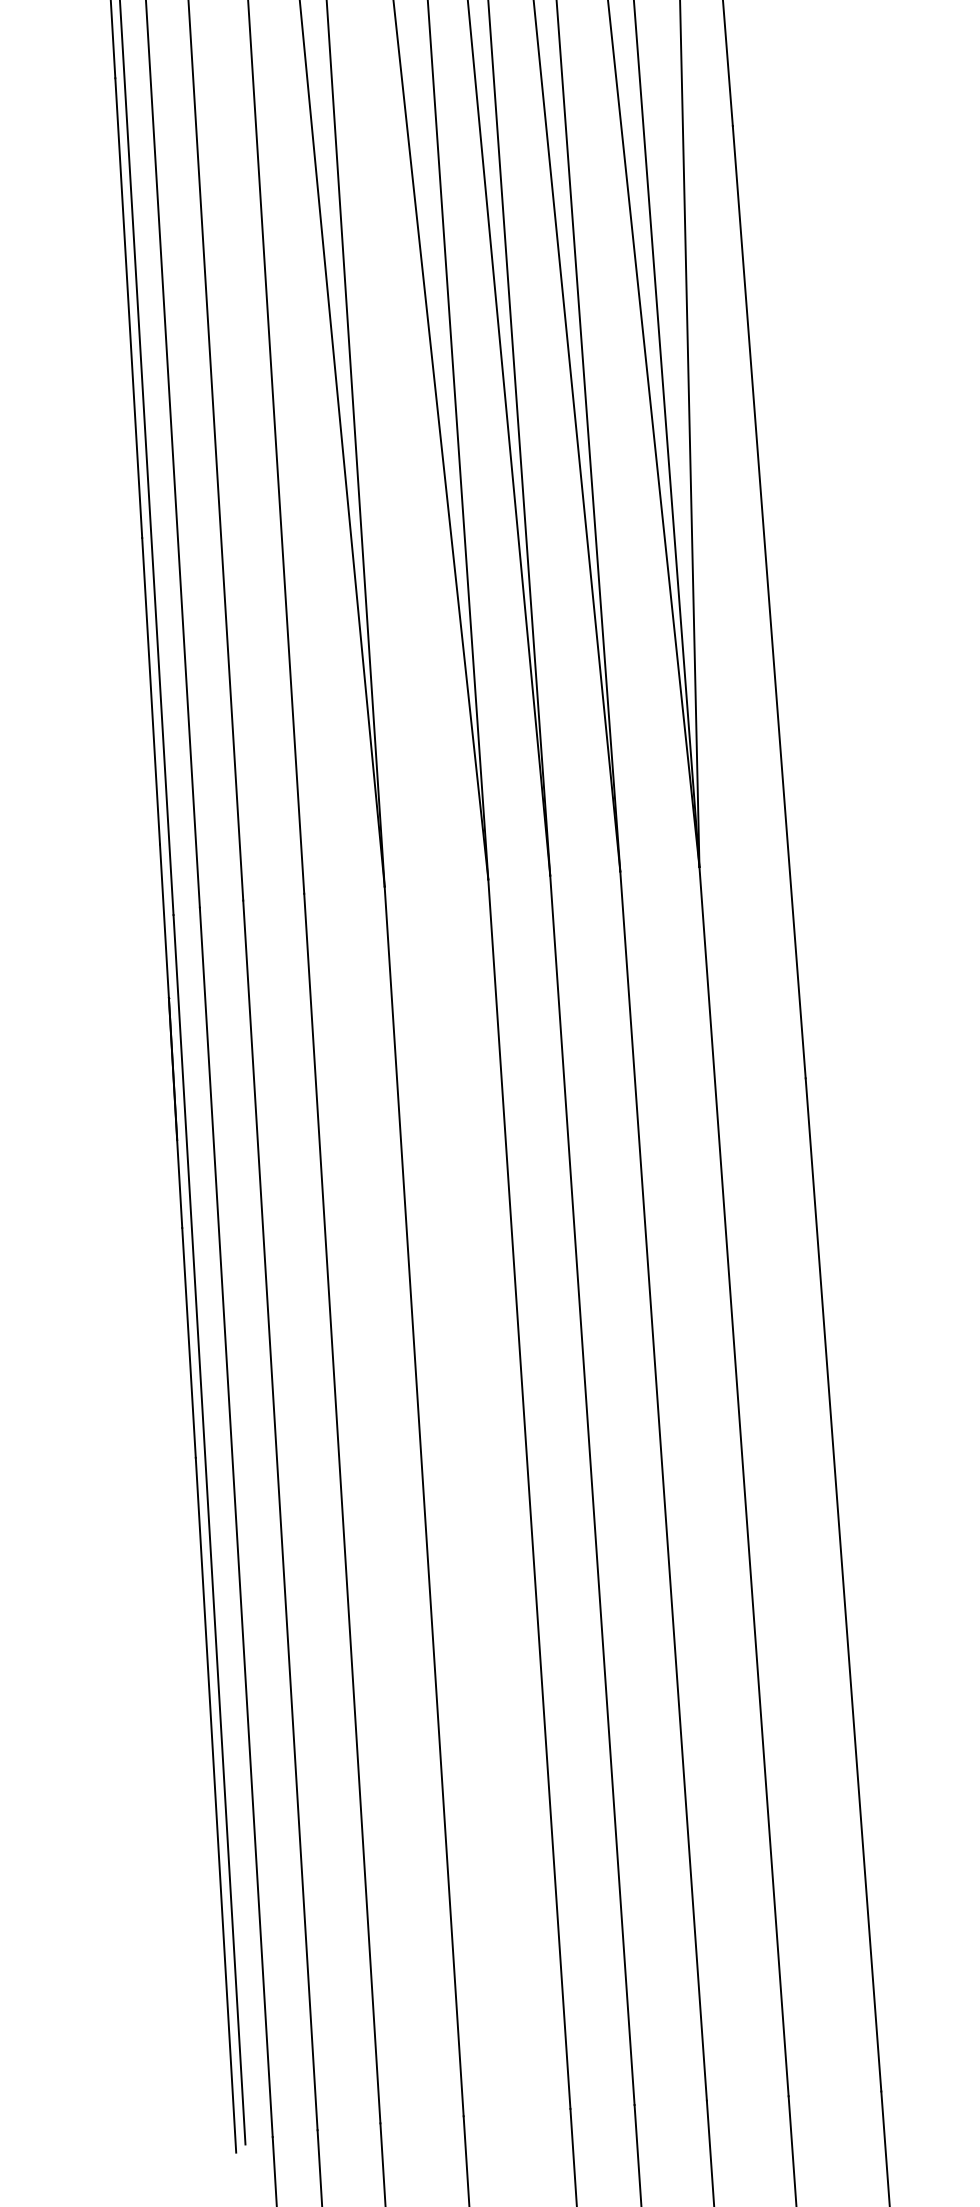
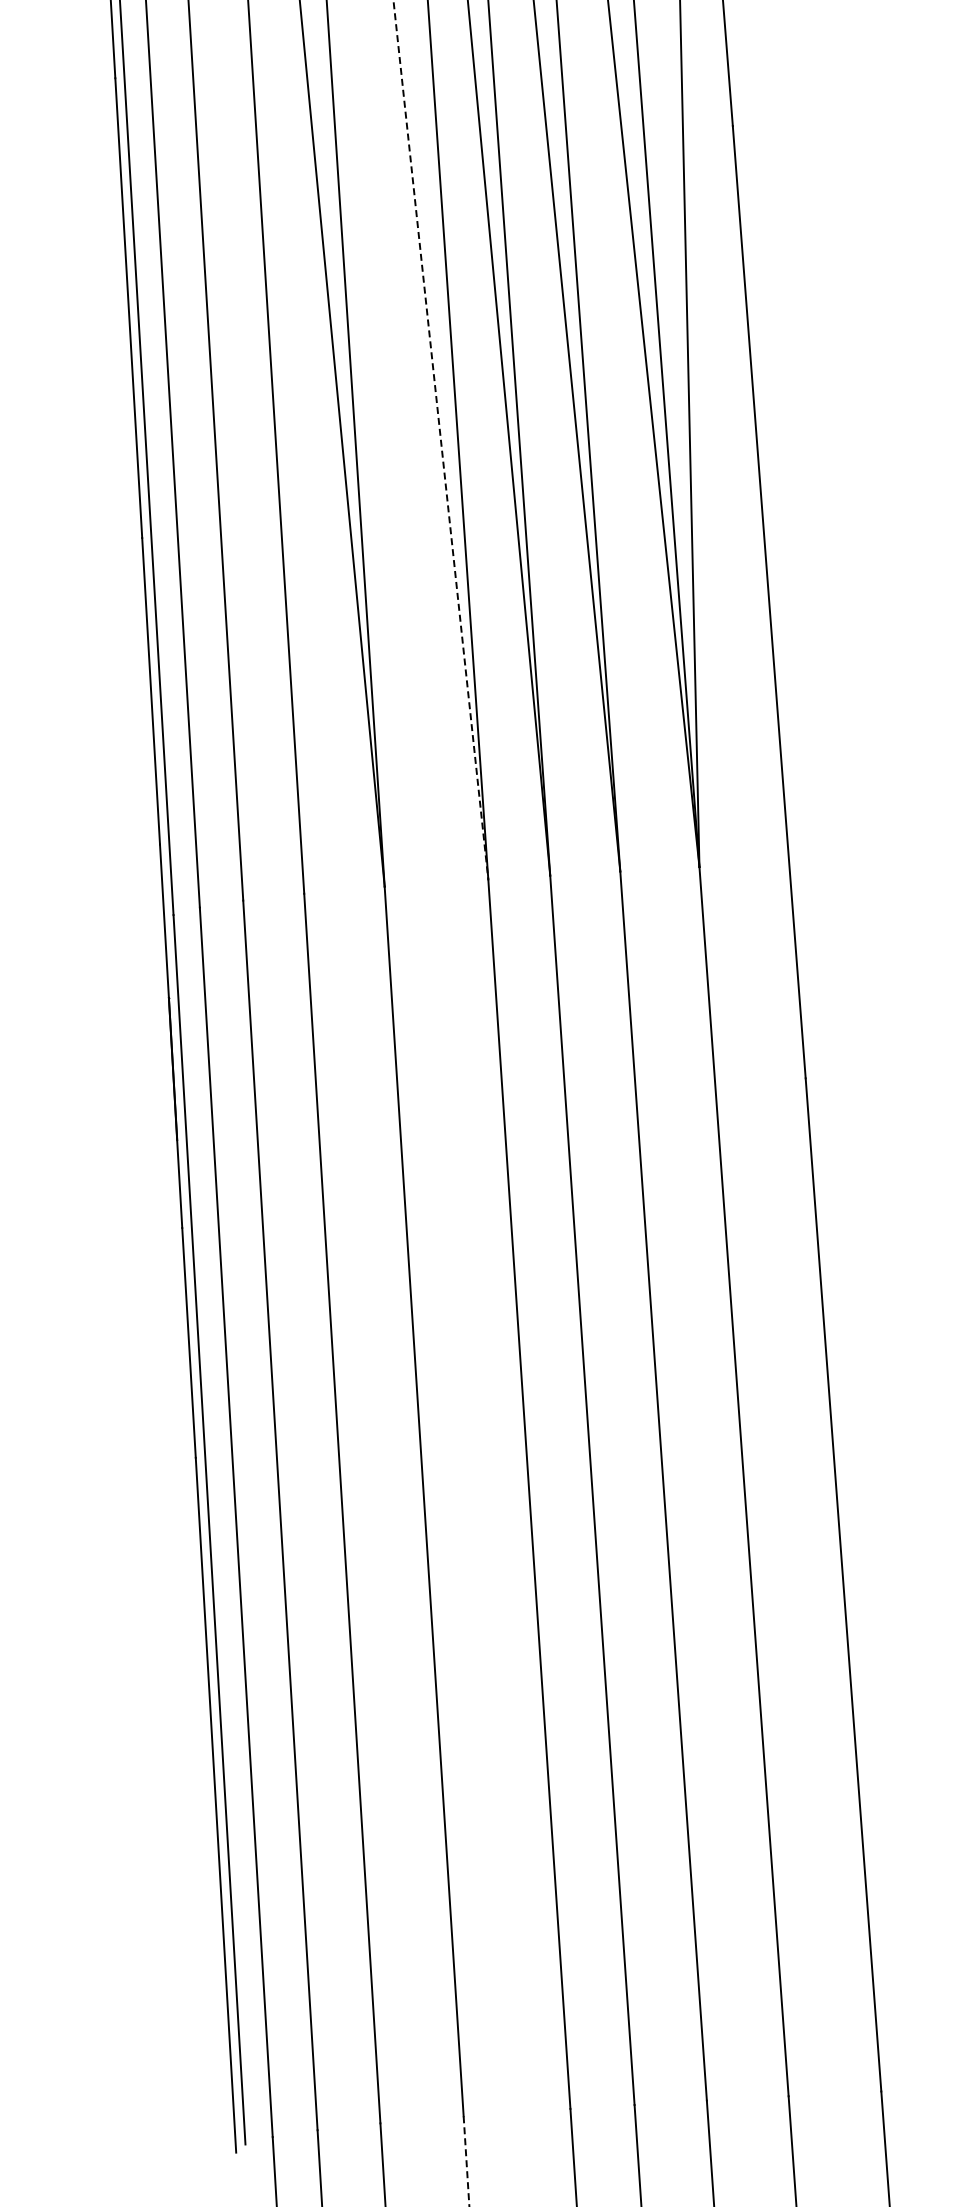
line at (440, 440): solid -> dashed
line at (466, 2161): solid -> dashed
